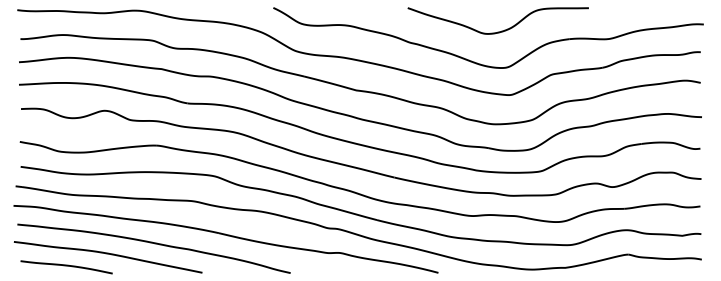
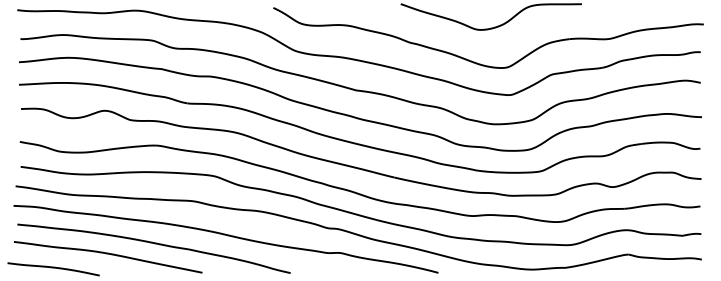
curve at (501, 30) position: (501, 30) -> (494, 26)
curve at (66, 266) position: (66, 266) -> (53, 268)
